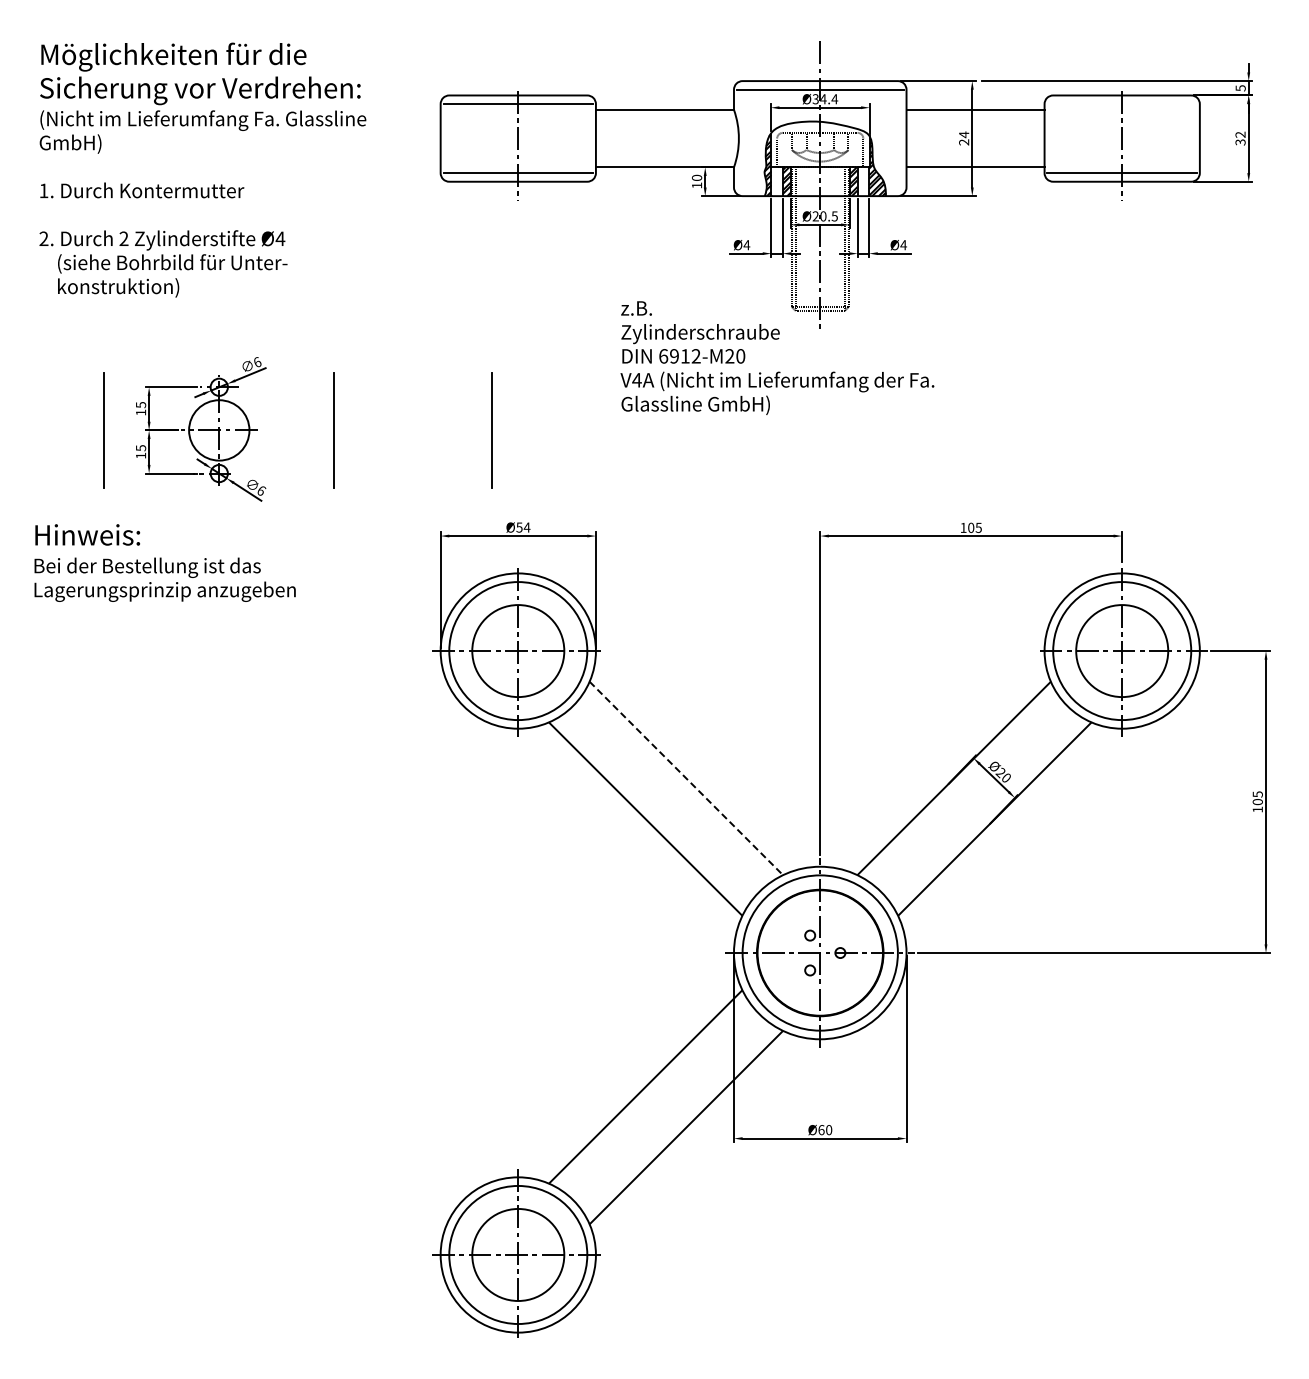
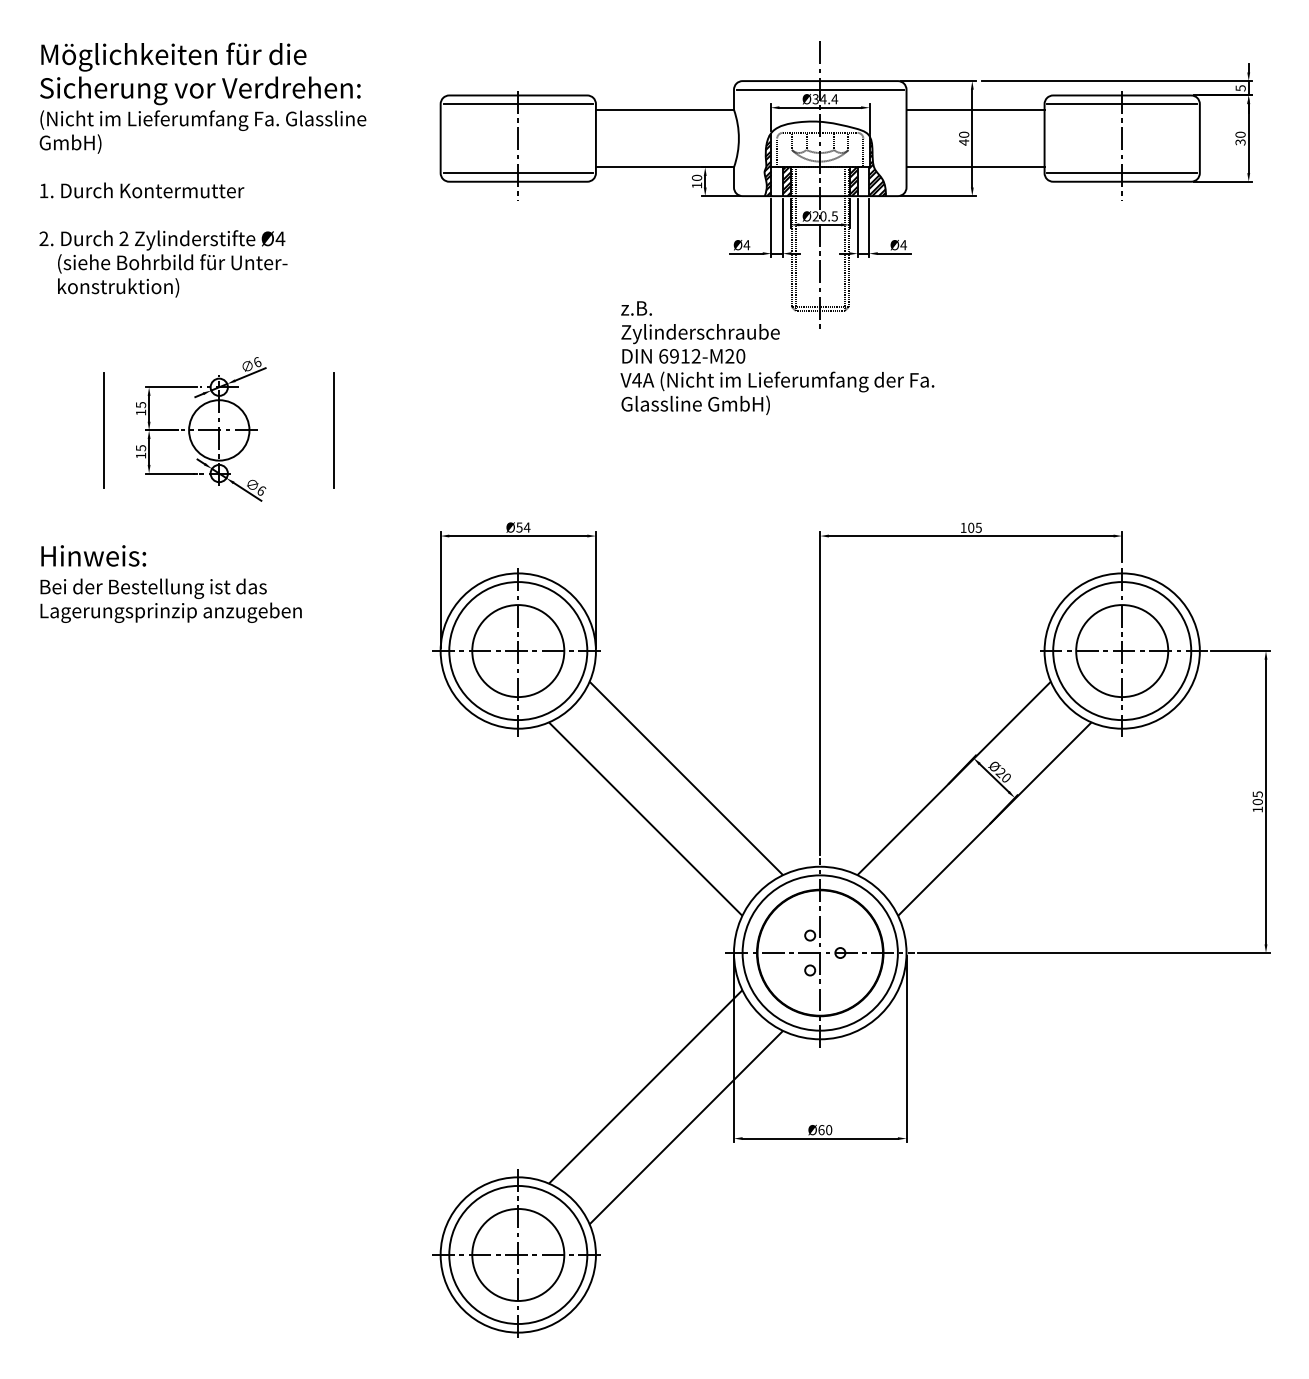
line at (1121, 104): none -> present
text at (1240, 134): 32 -> 30
text at (964, 138): 24 -> 40
line at (491, 430): present -> none
text at (164, 562) position: (164, 562) -> (170, 583)
line at (686, 778): dashed -> solid
